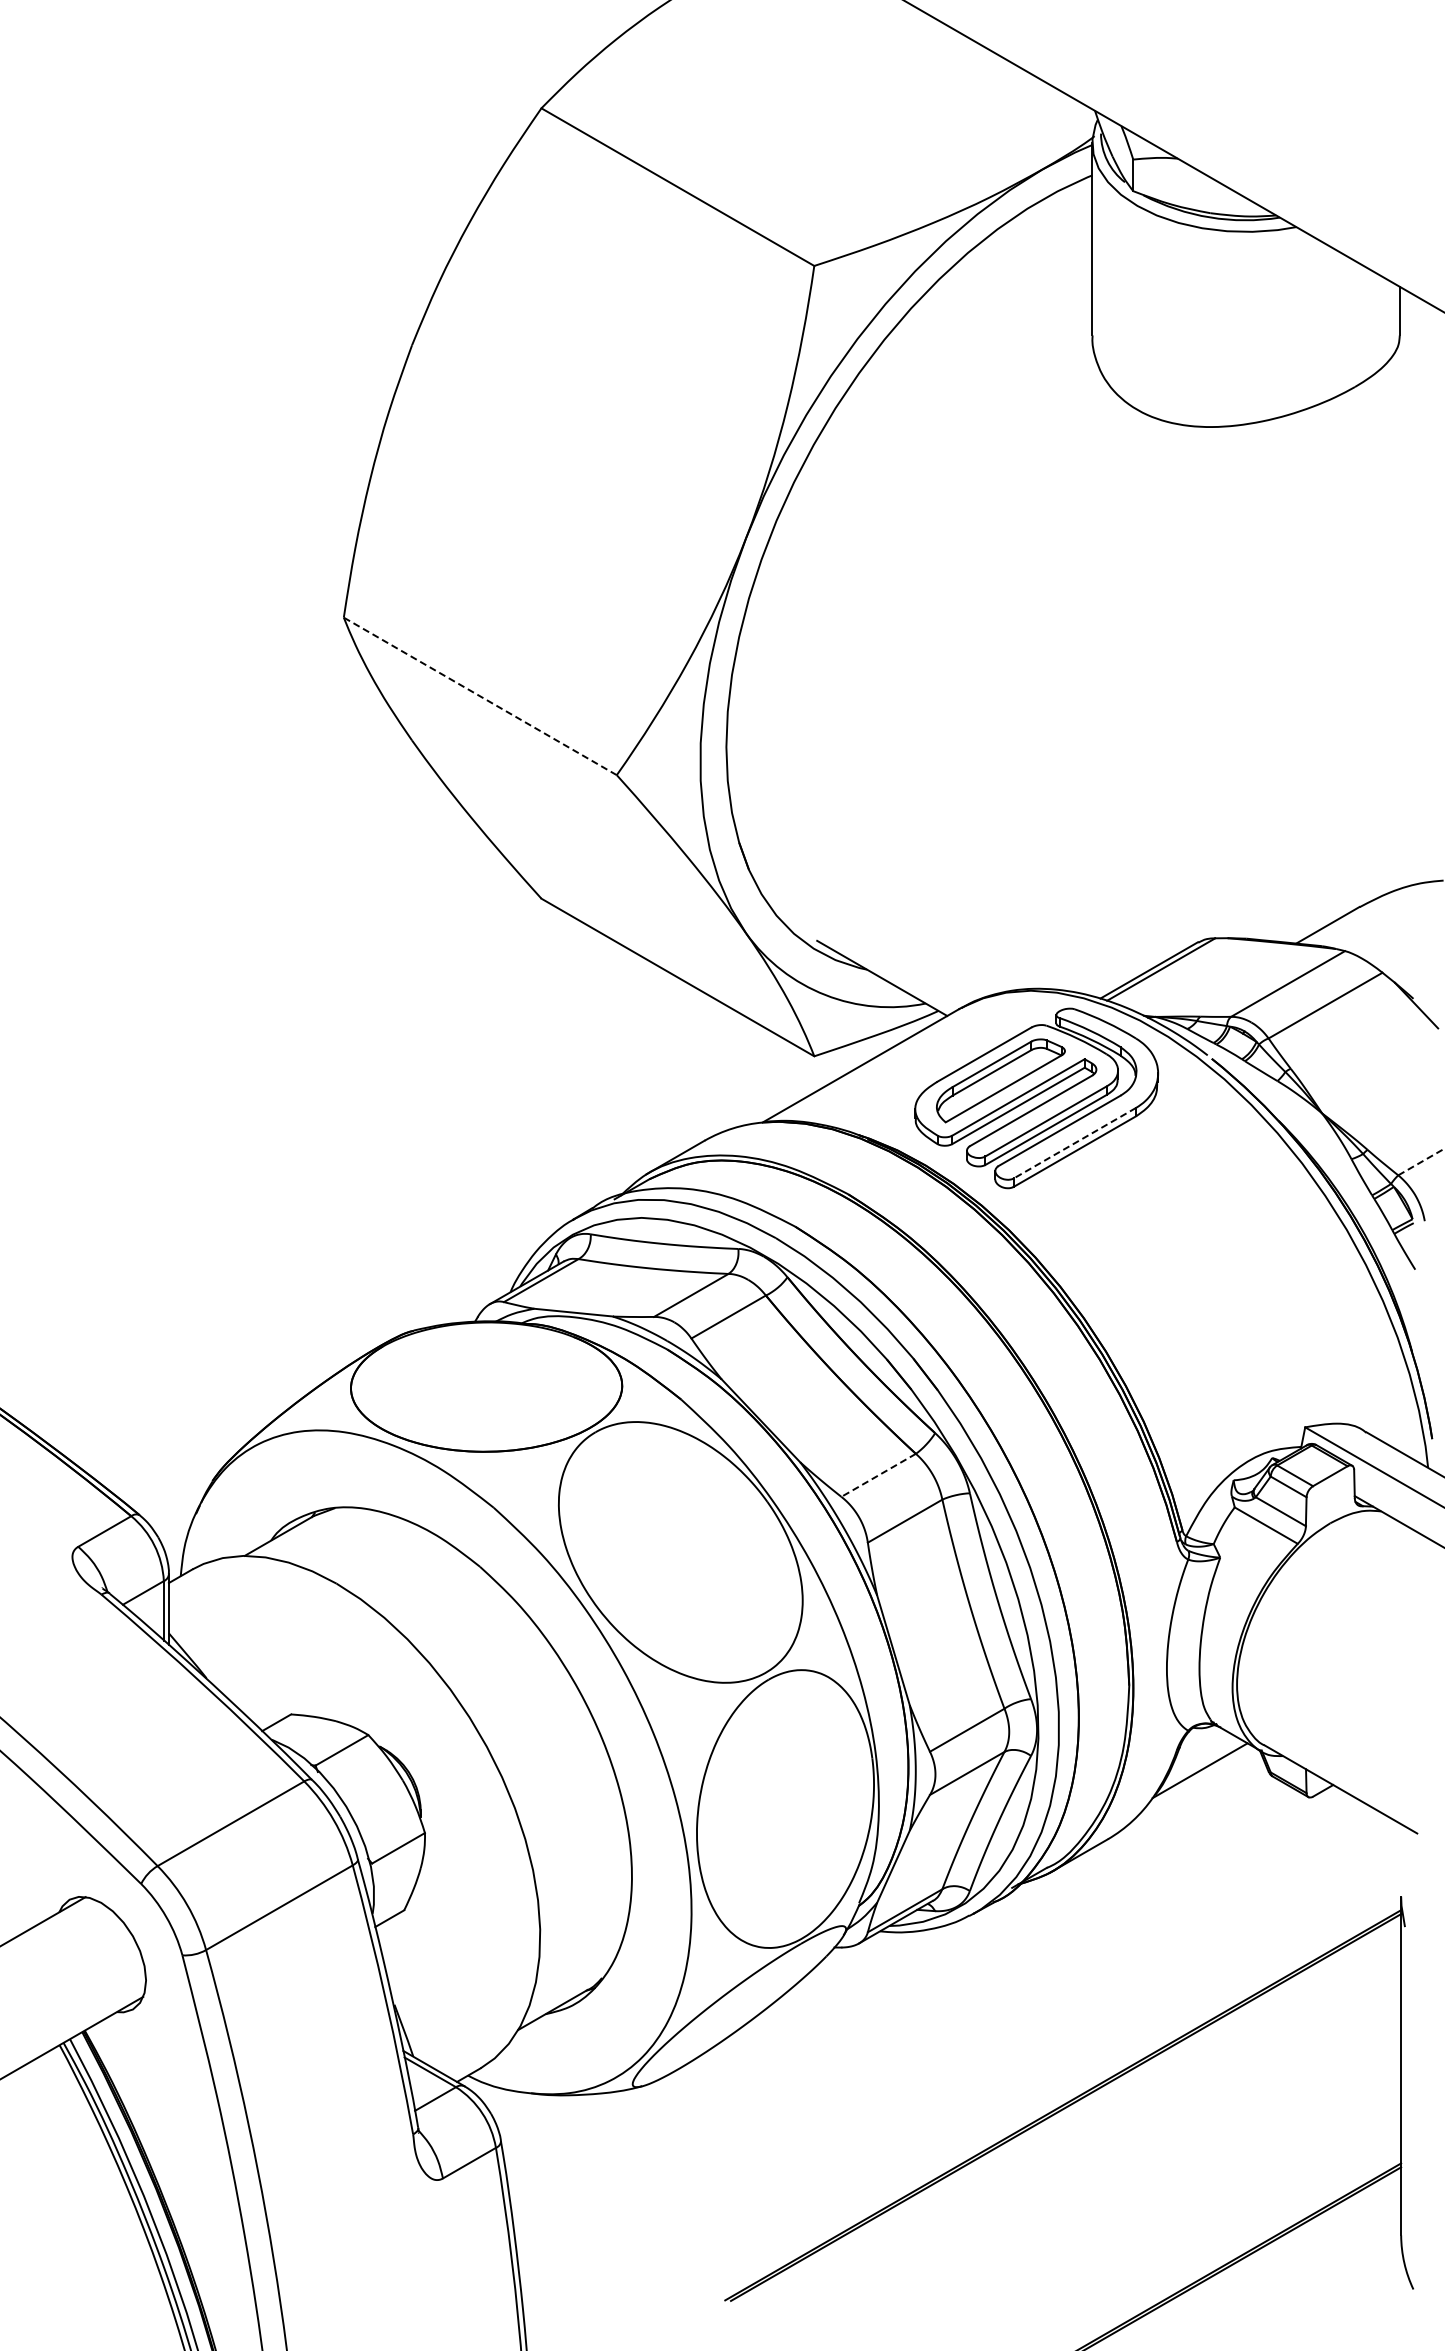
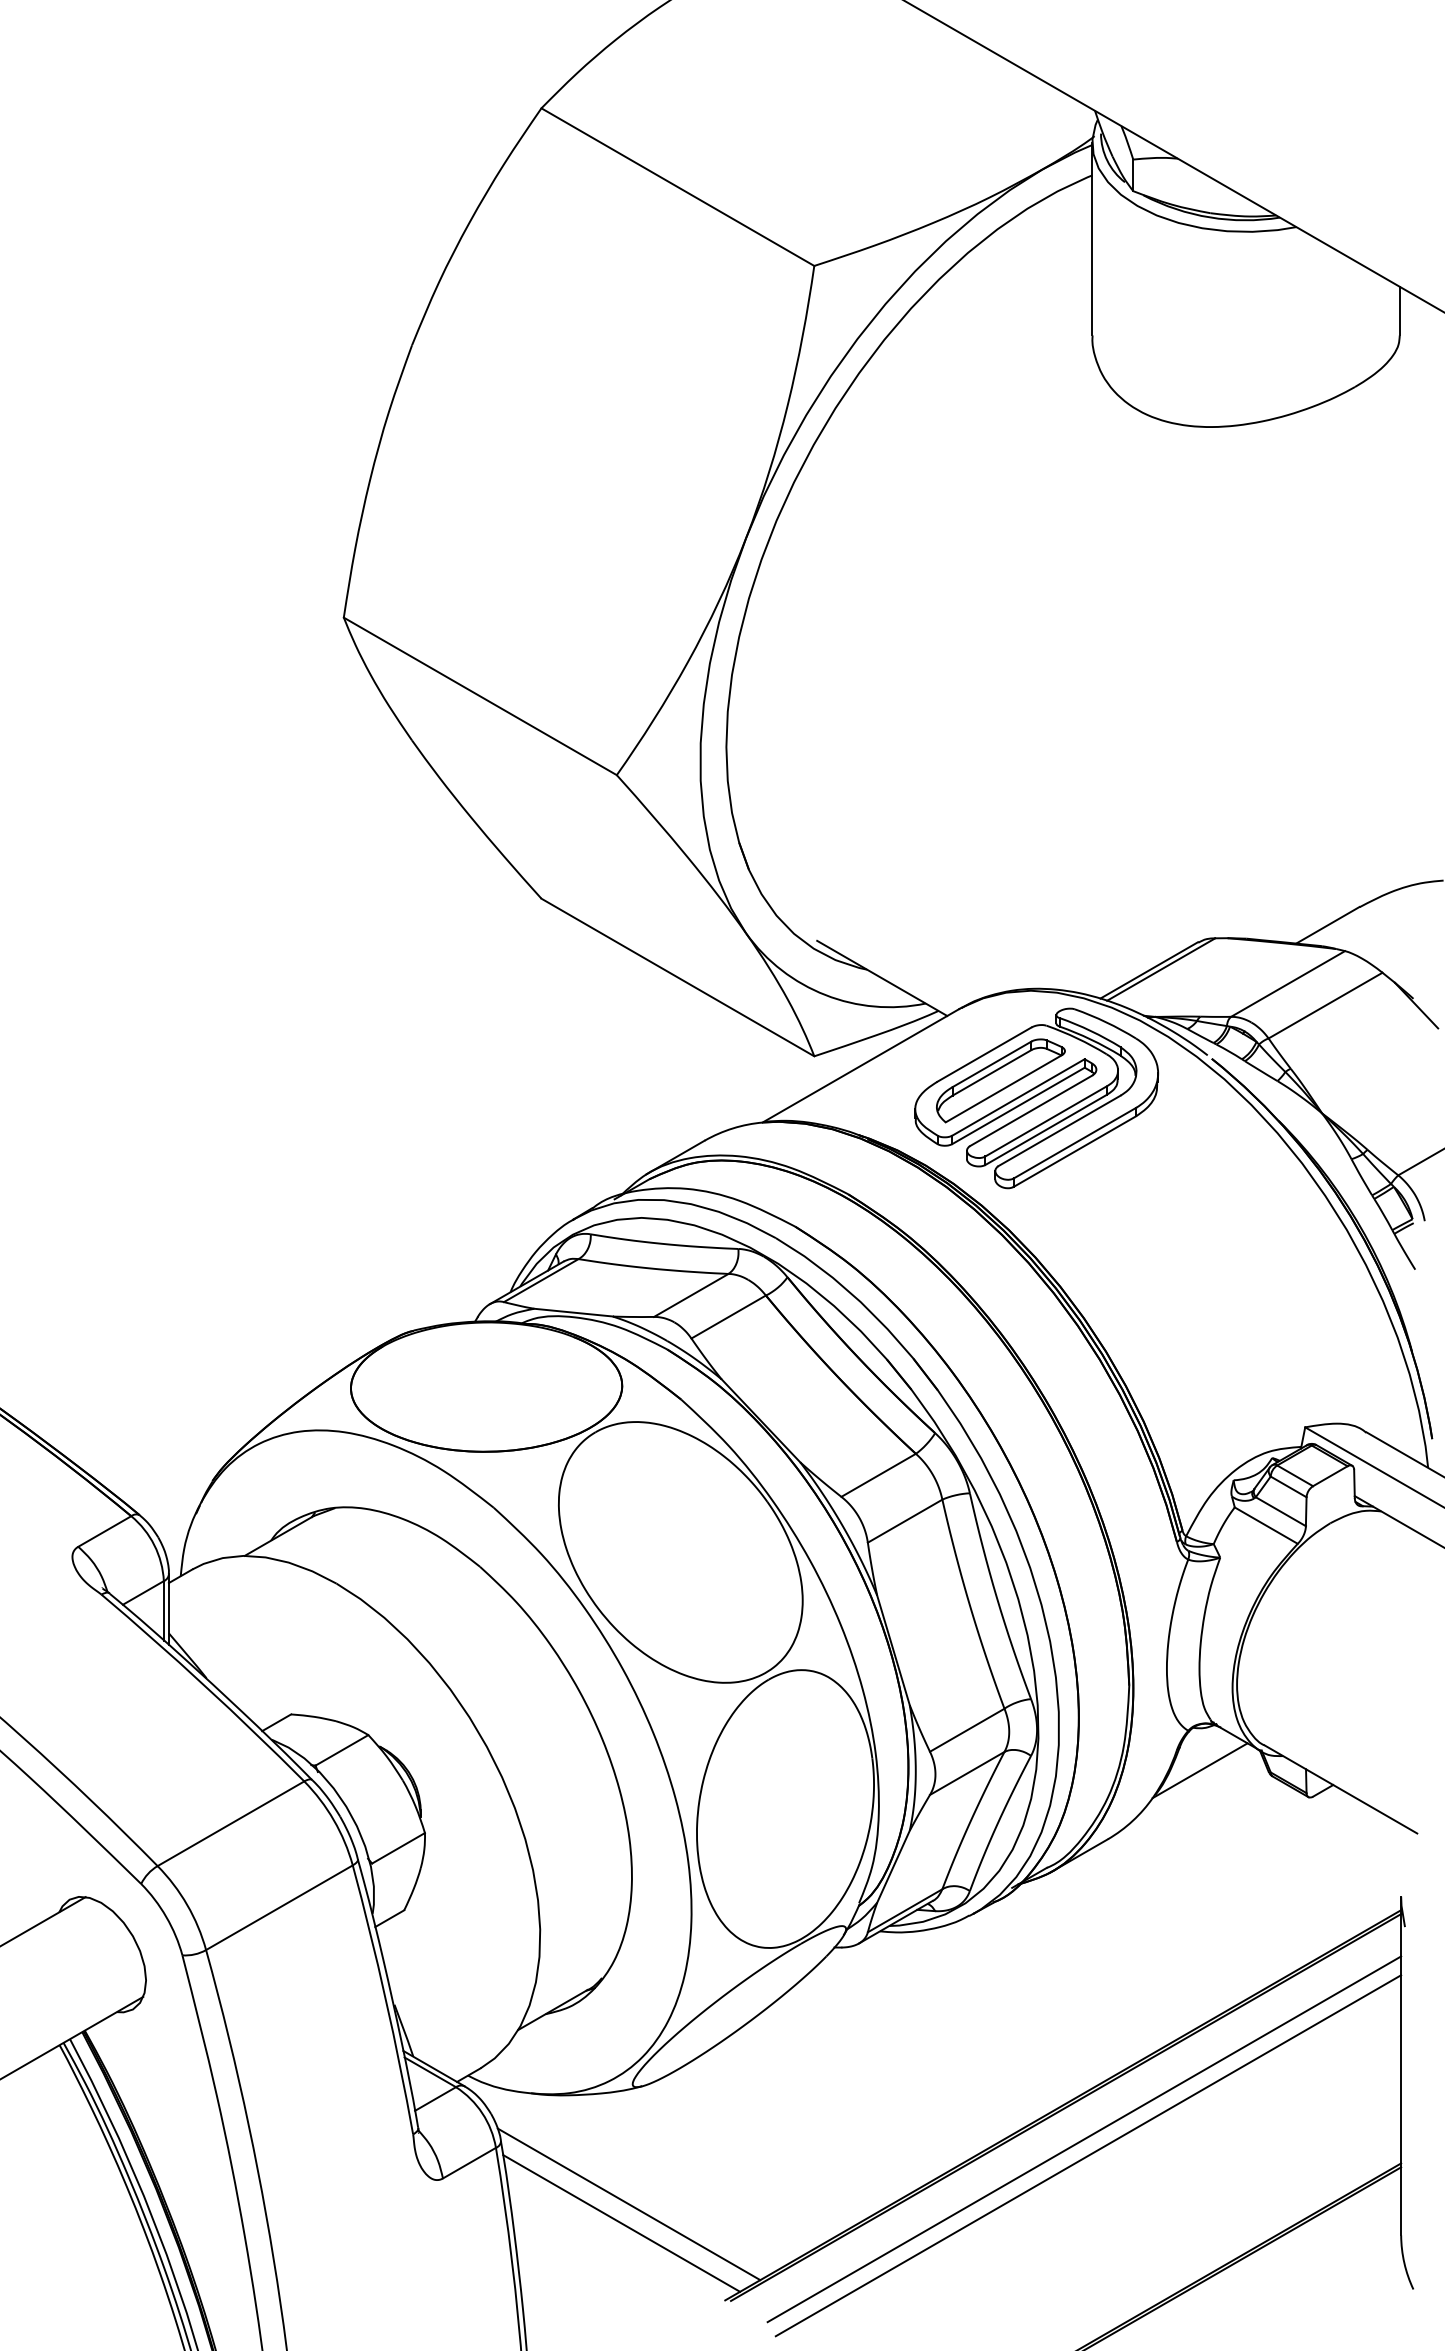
line at (480, 696): dashed -> solid
line at (1074, 1143): dashed -> solid
line at (1421, 1161): dashed -> solid
line at (878, 1475): dashed -> solid
line at (1084, 2139): none -> present
line at (1088, 2155): none -> present
line at (628, 2204): none -> present
line at (621, 2223): none -> present
